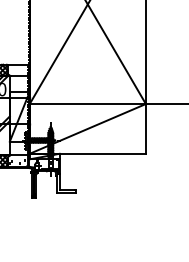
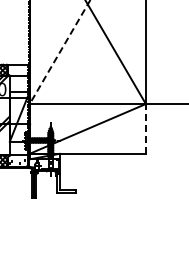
line at (59, 52): solid -> dashed
line at (145, 128): solid -> dashed
